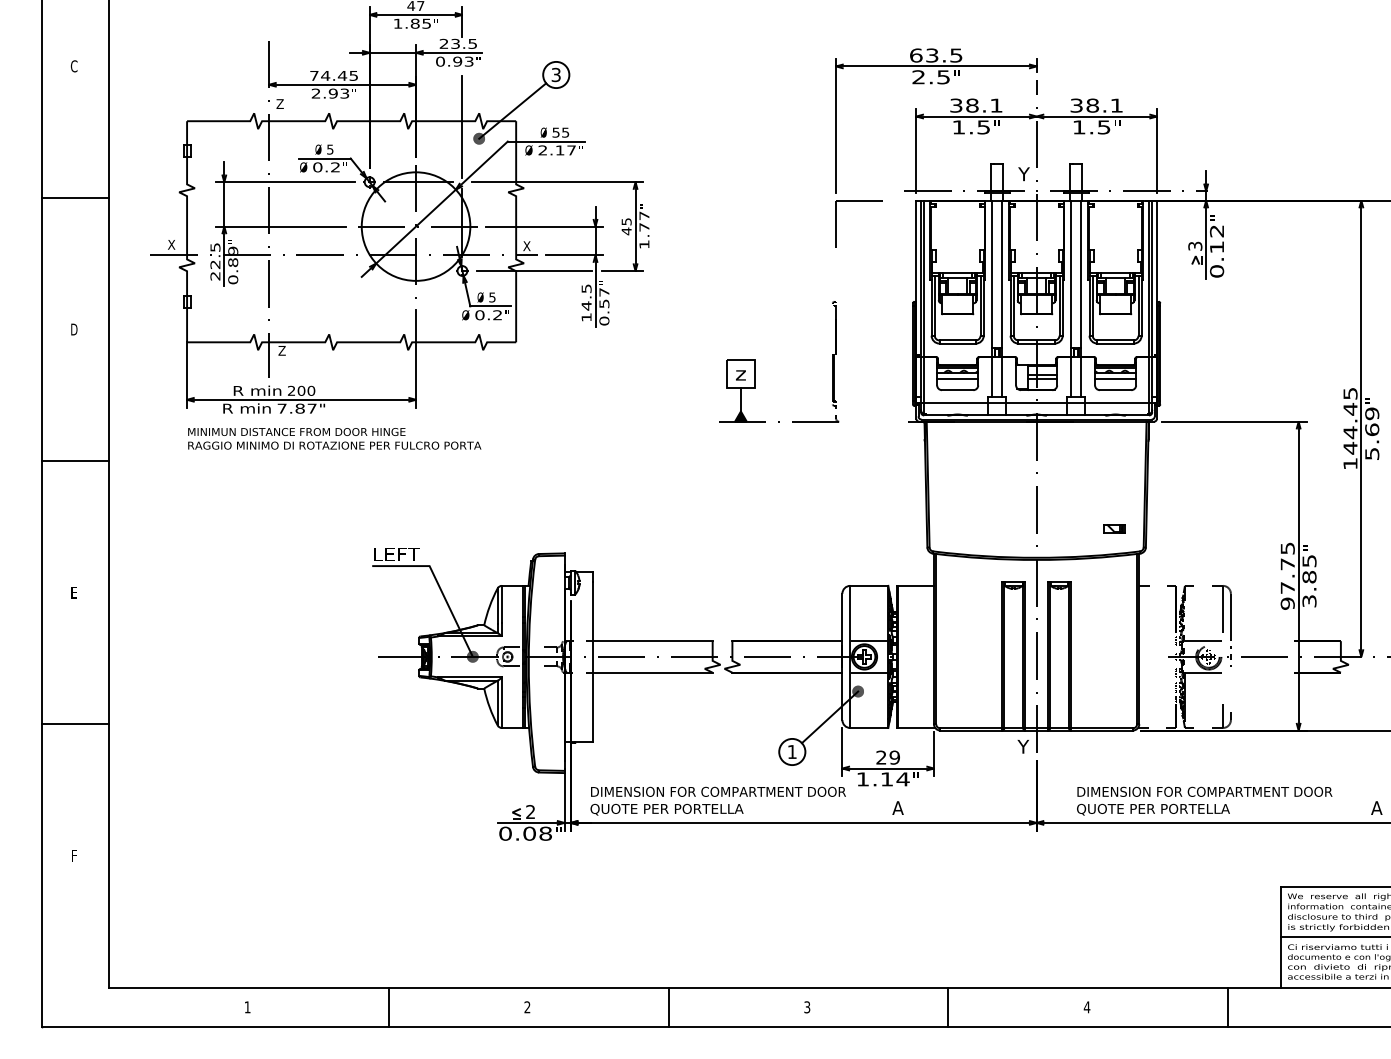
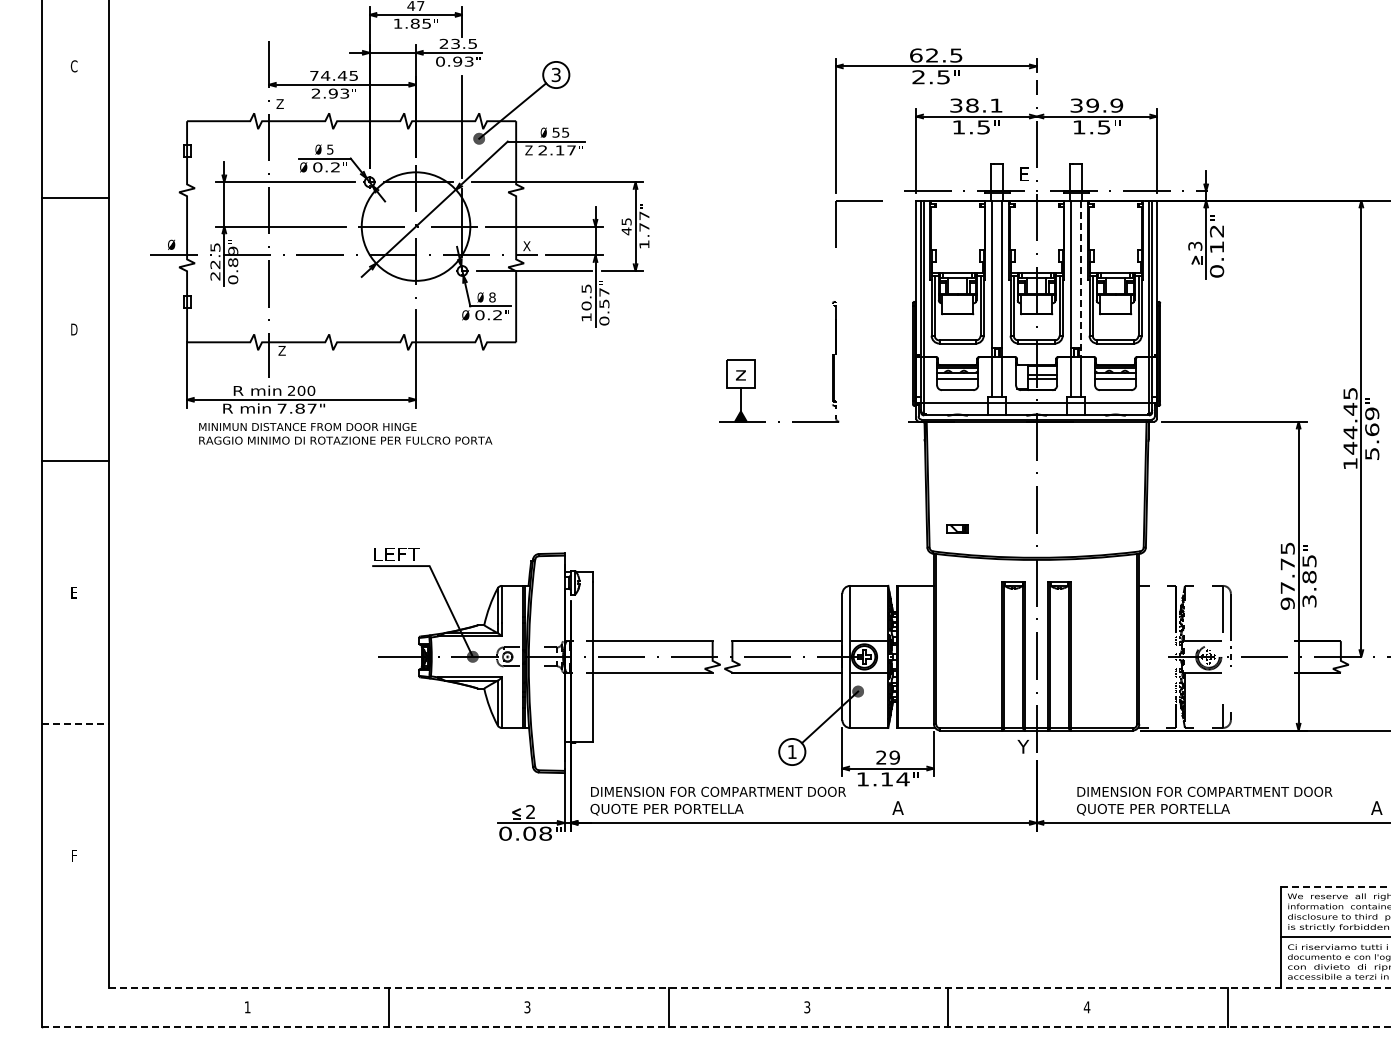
text at (932, 55): 63.5 -> 62.5
text at (1104, 105): 38.1 -> 39.9
text at (528, 150): Ø -> Z
text at (1023, 174): Y -> E
text at (171, 244): X -> Ø
line at (1080, 279): solid -> dashed
text at (492, 297): 5 -> 8
text at (586, 305): 14.5 -> 10.5
text at (334, 438) position: (334, 438) -> (345, 433)
part at (1114, 528) position: (1114, 528) -> (957, 528)
line at (75, 724): solid -> dashed
line at (1336, 887): solid -> dashed
line at (749, 987): solid -> dashed
text at (527, 1007): 2 -> 3
line at (716, 1027): solid -> dashed
